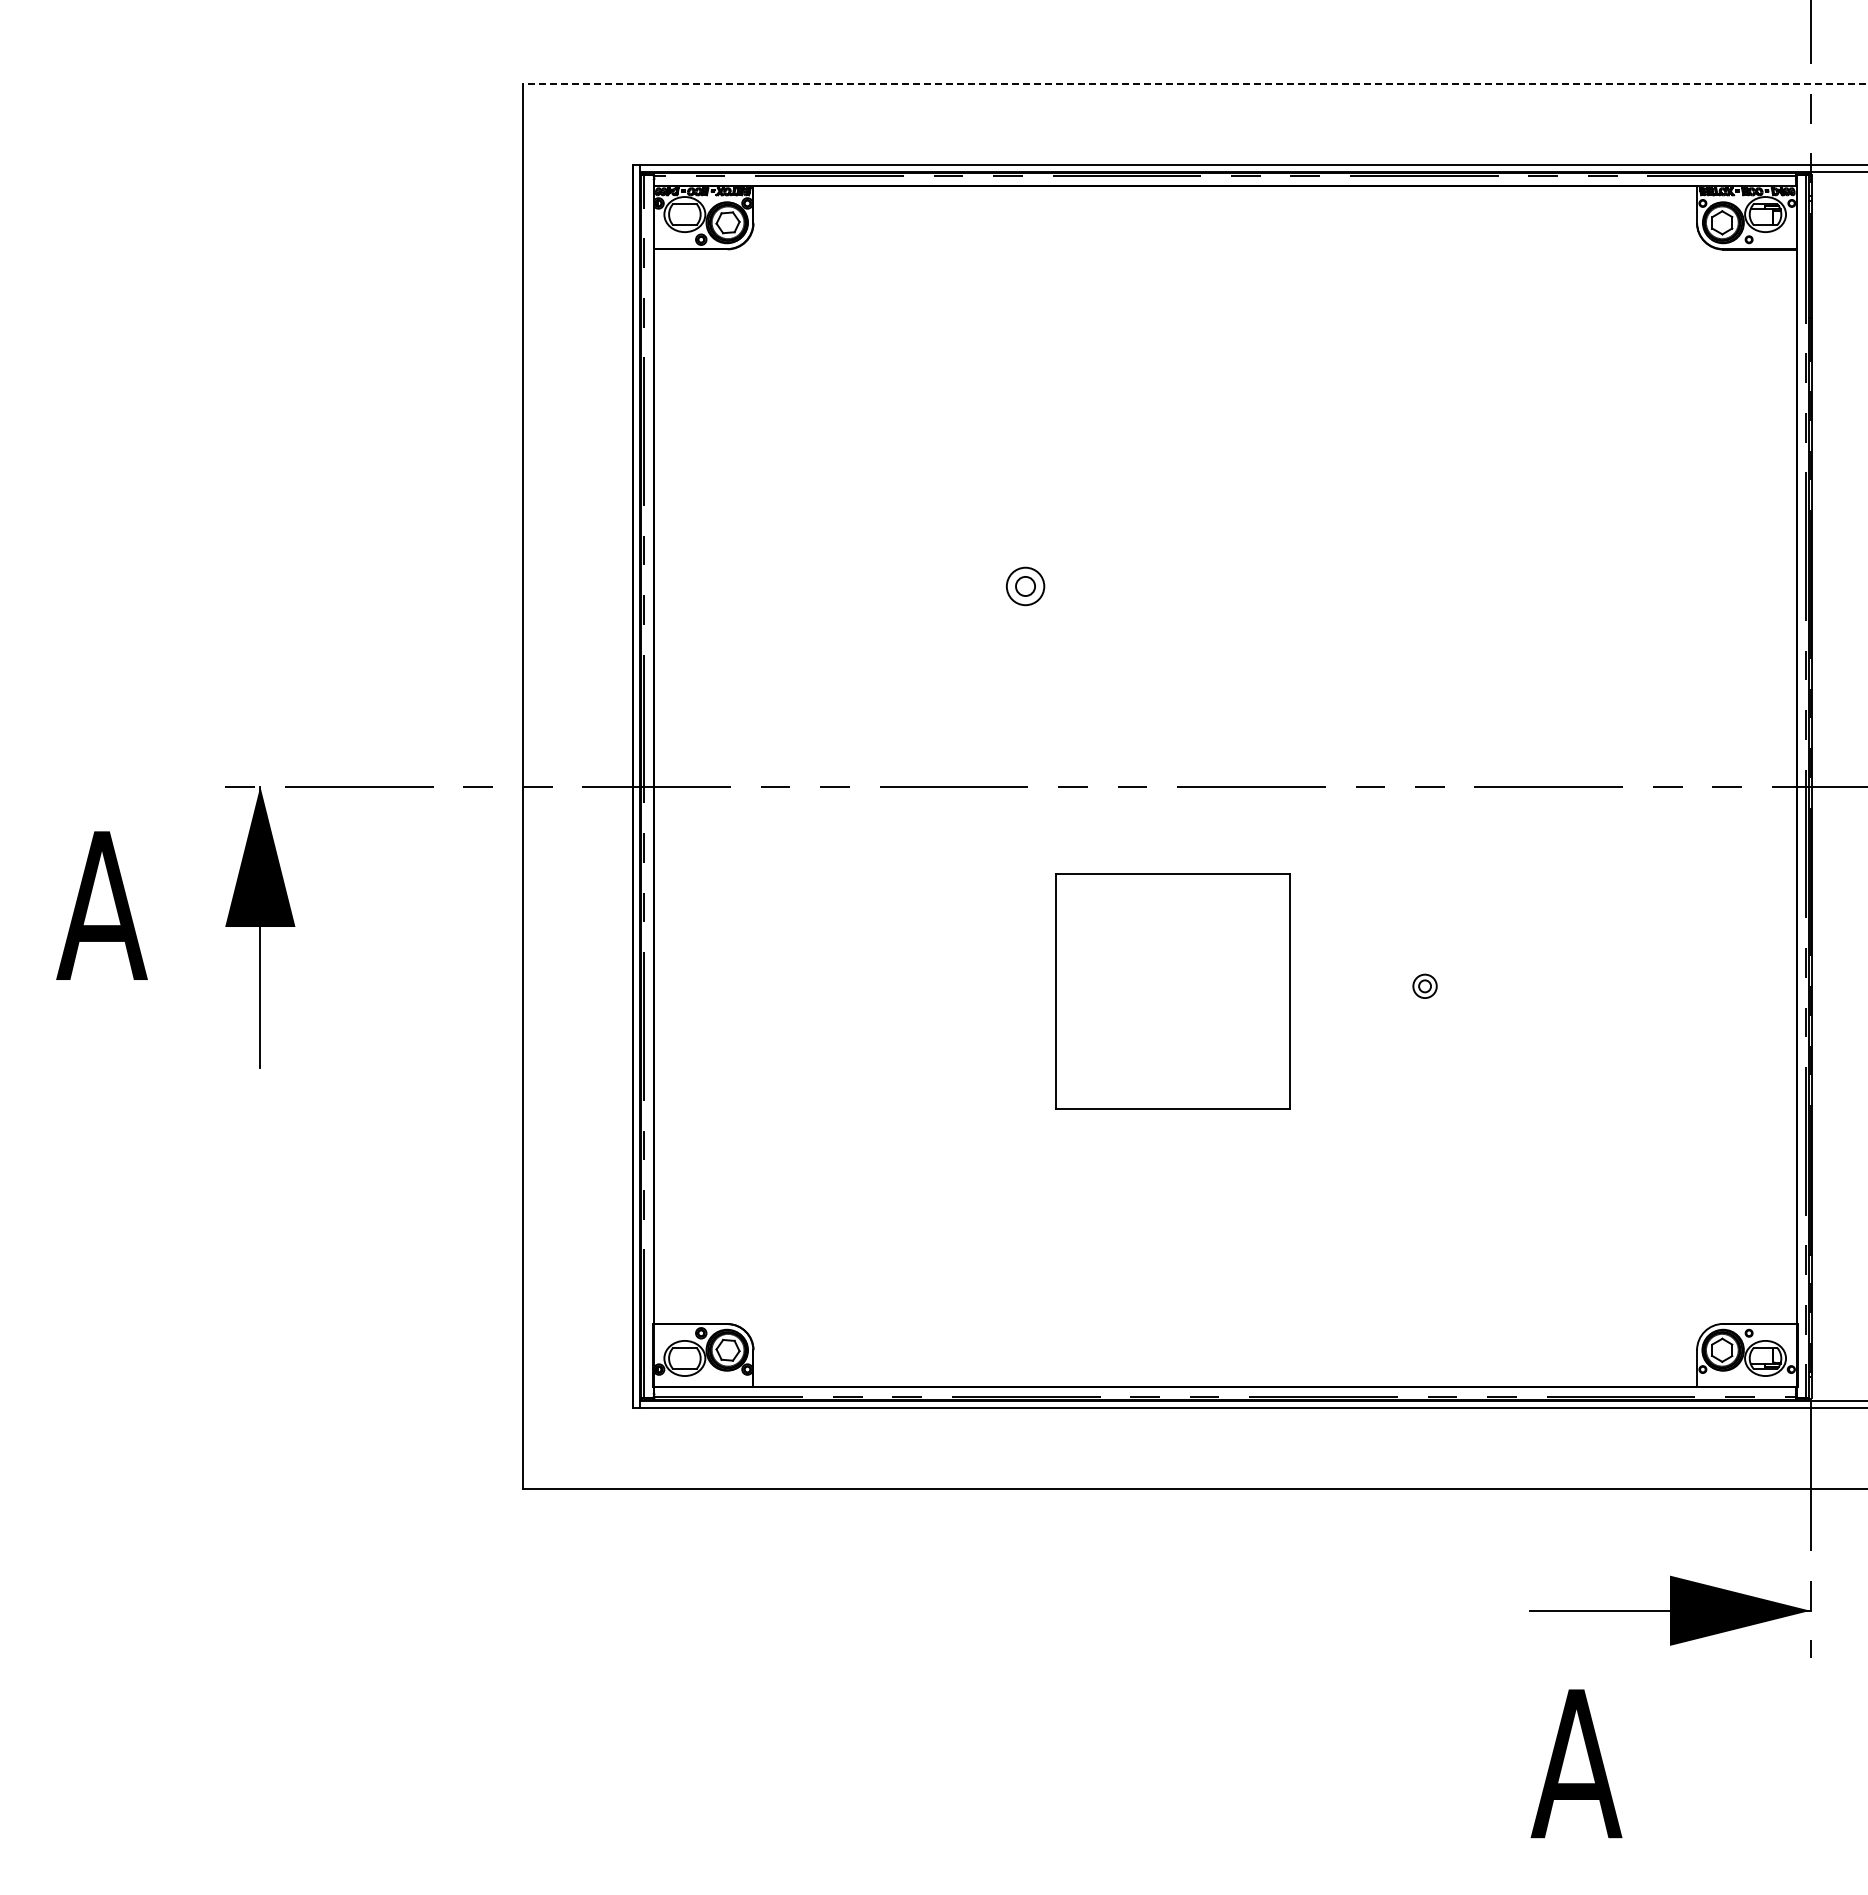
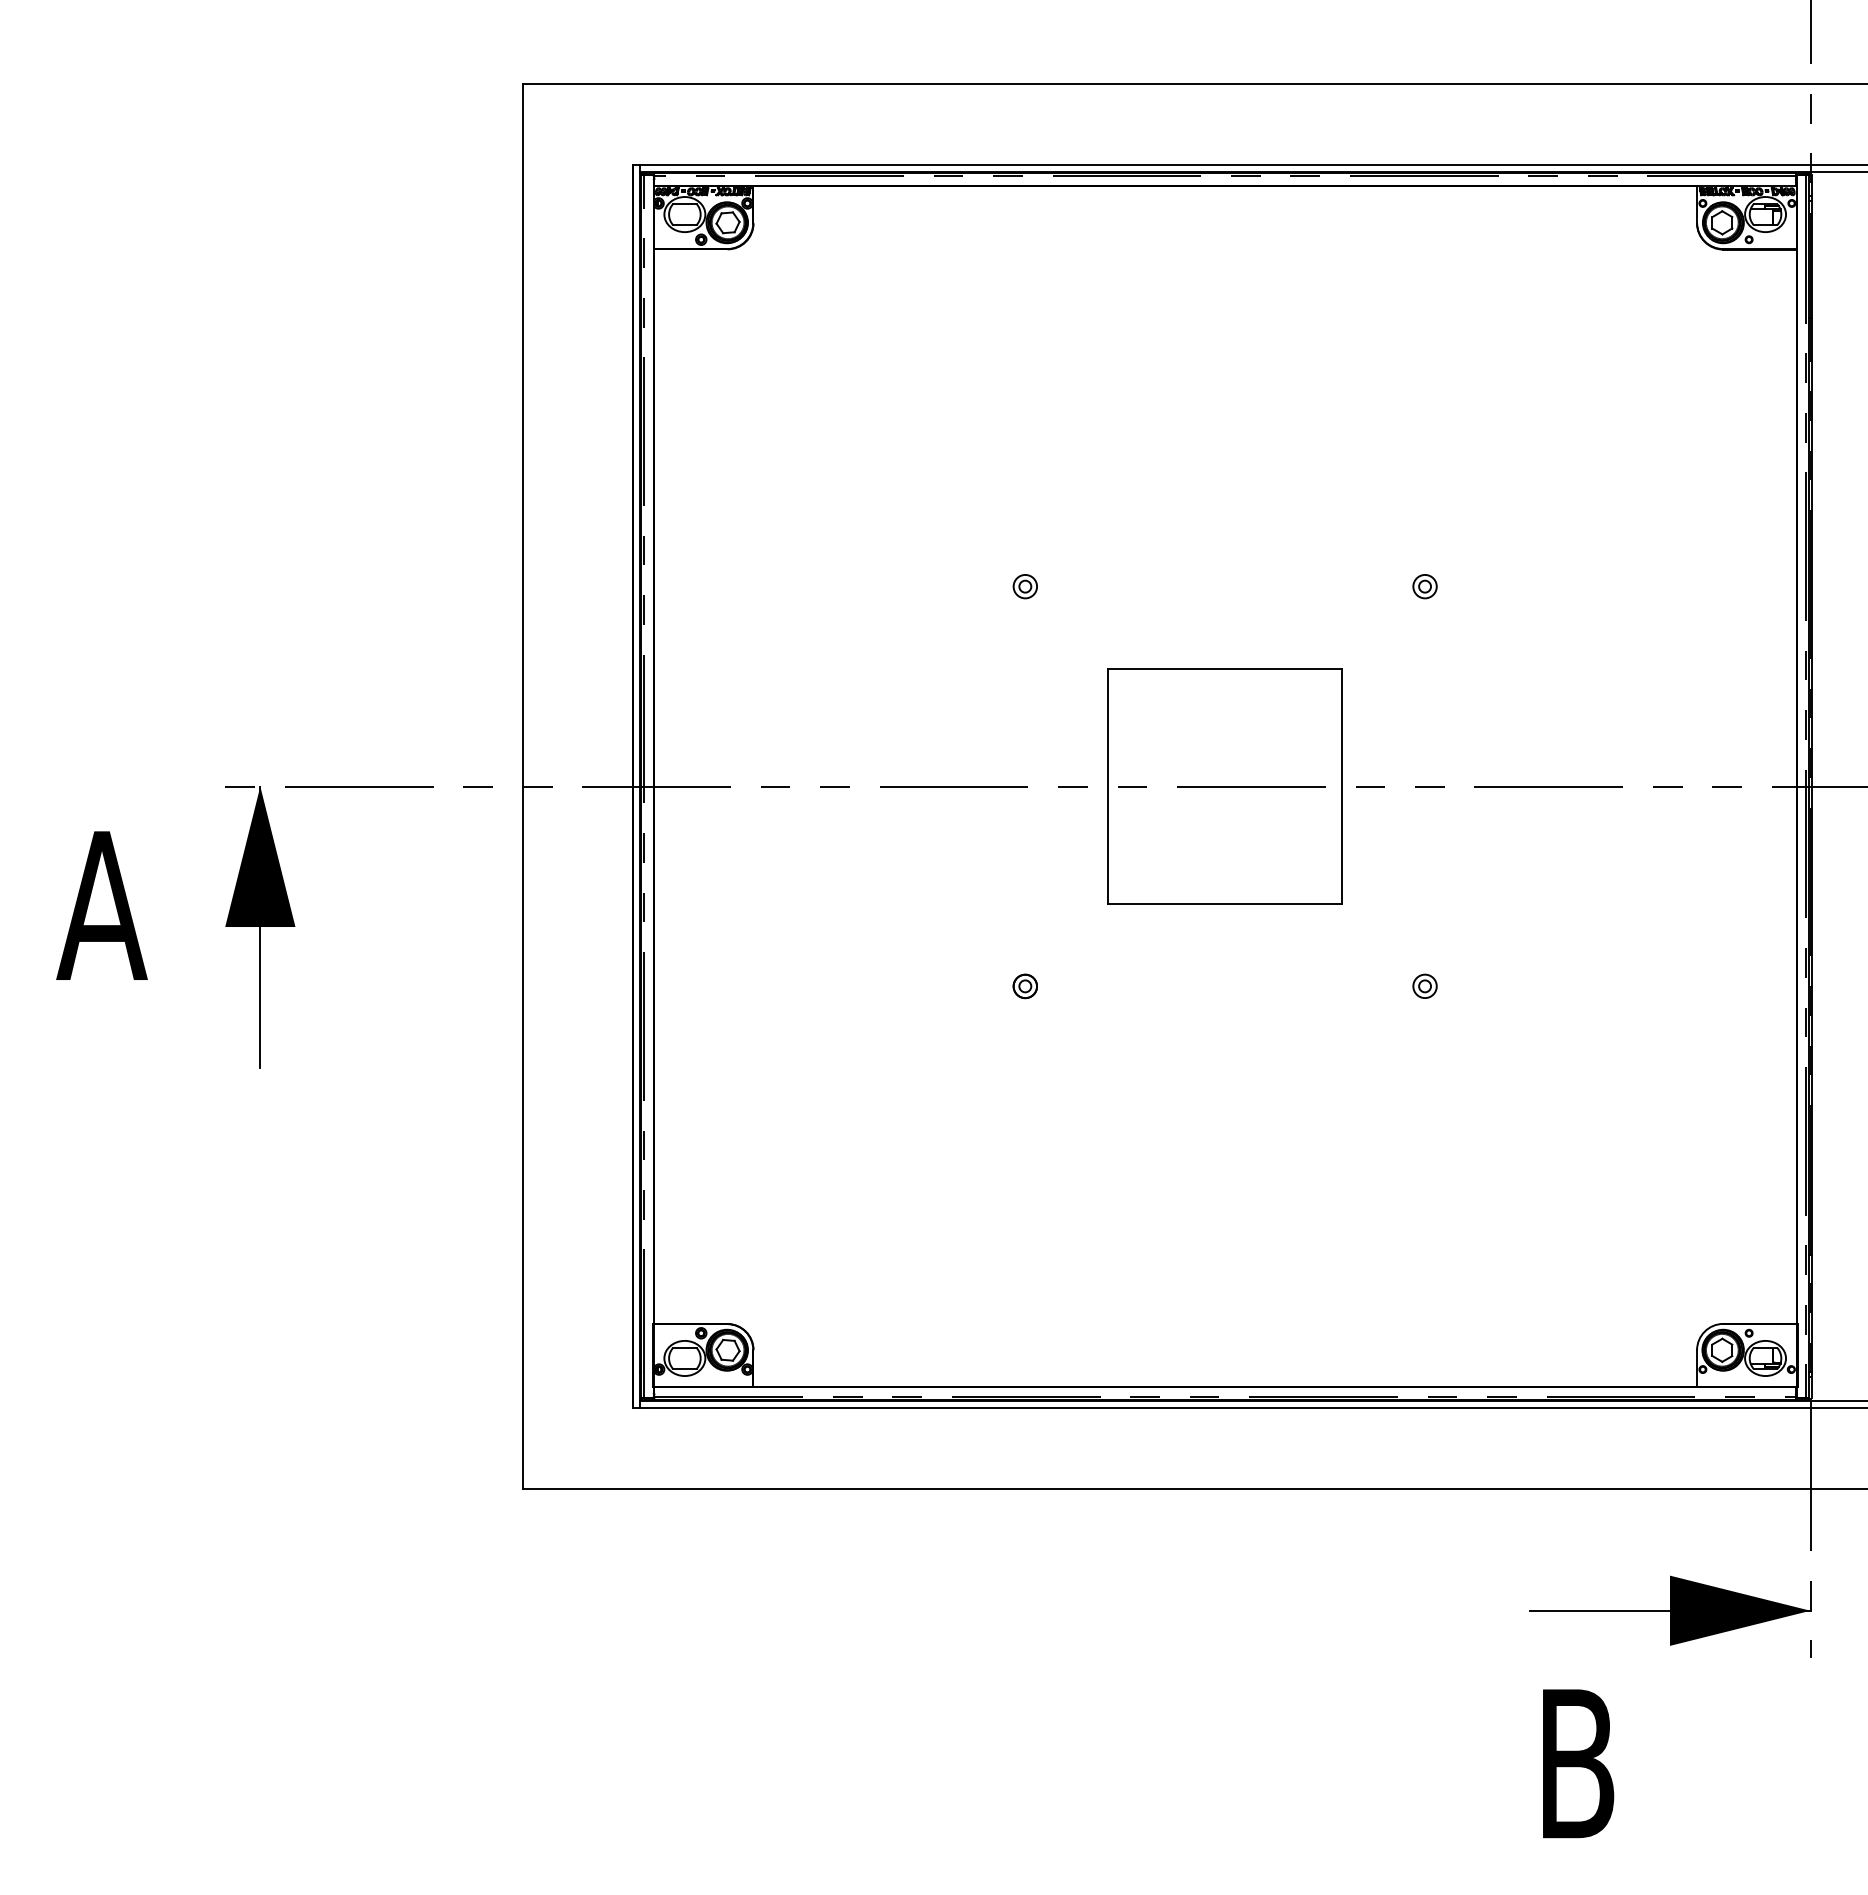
line at (1194, 84): dashed -> solid
part at (1025, 586) size: 40x41 px -> 26x26 px
part at (1424, 586): none -> present
part at (1024, 986): none -> present
part at (1172, 991) position: (1172, 991) -> (1224, 786)
text at (1576, 1763): A -> B
